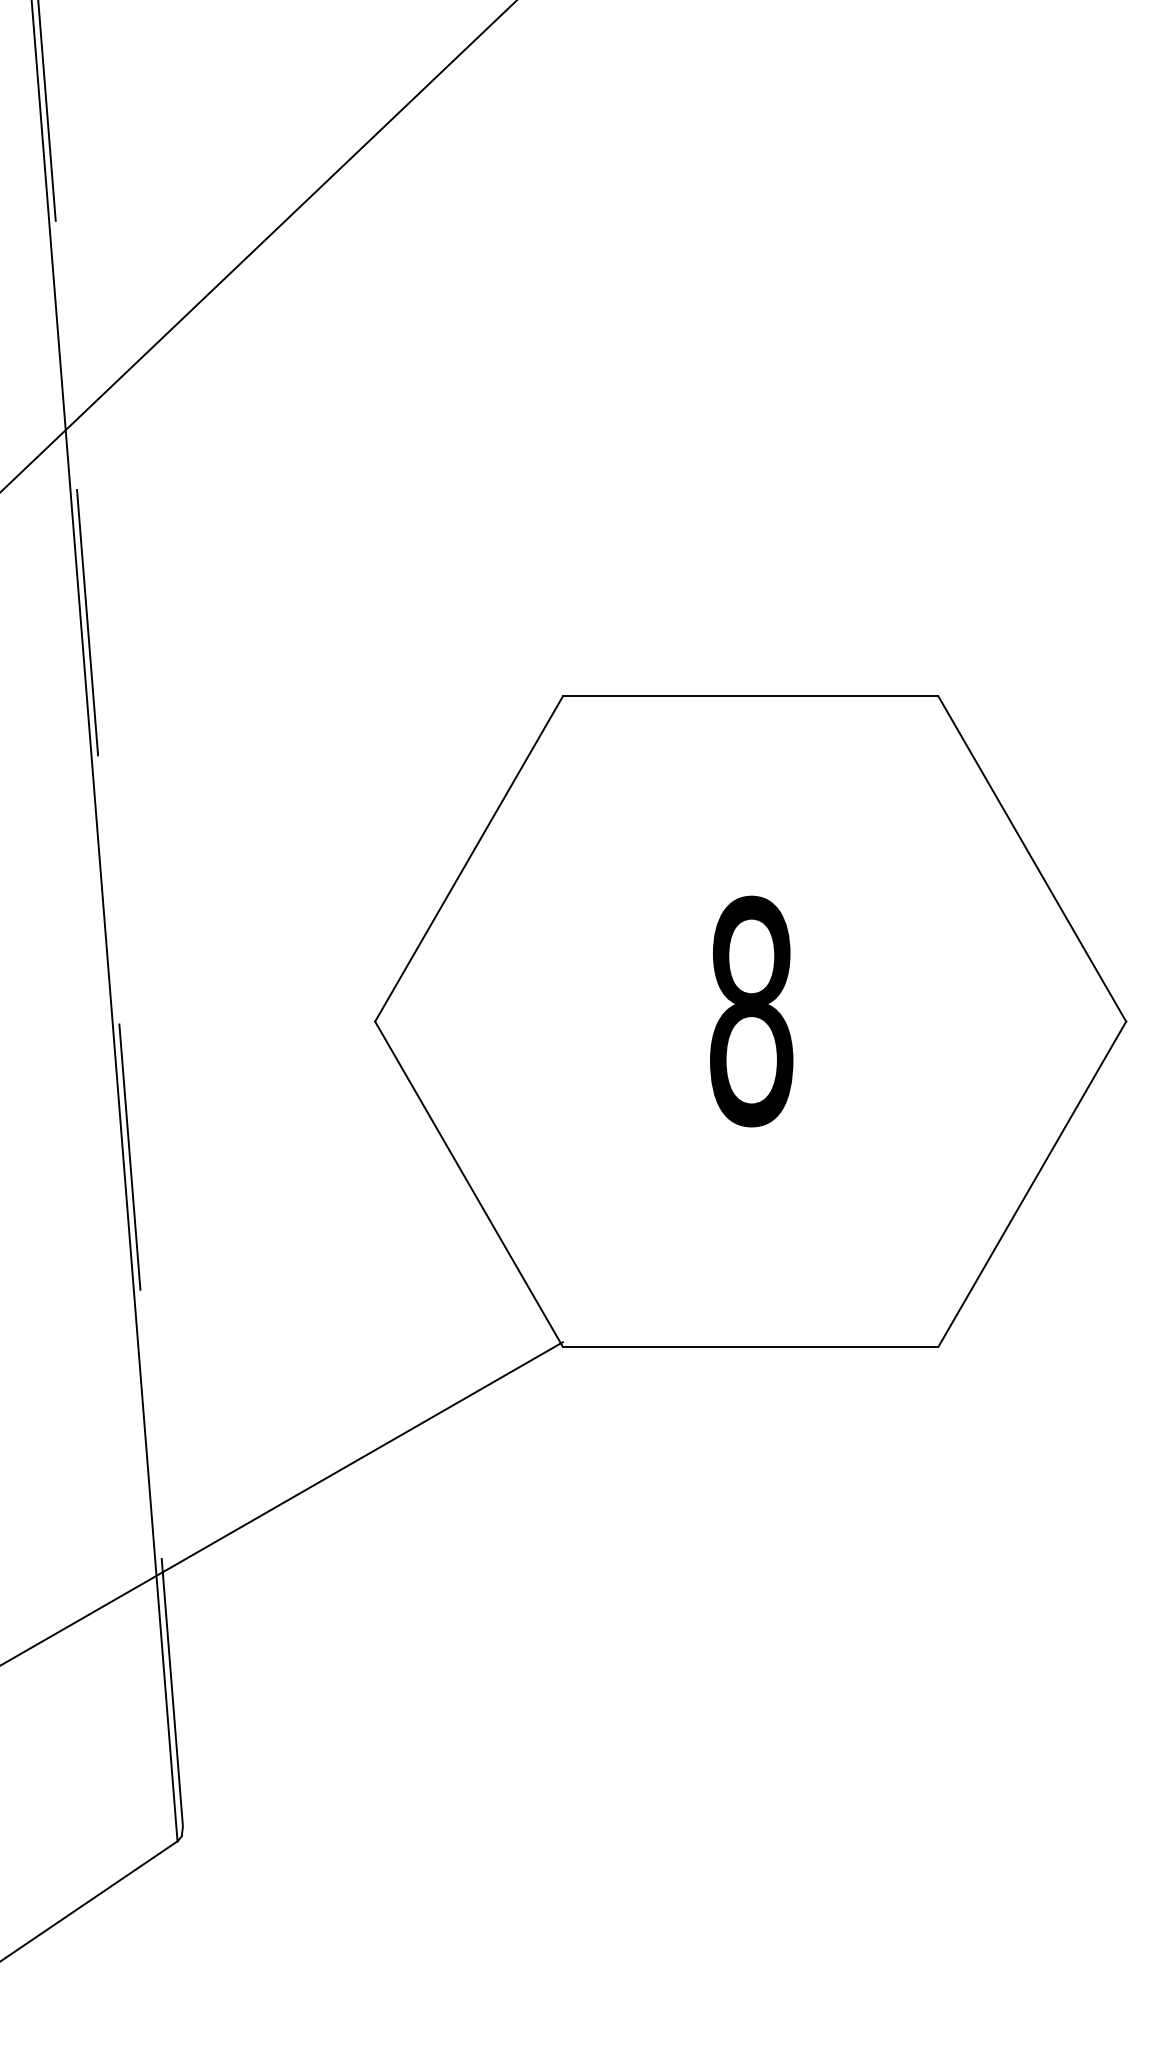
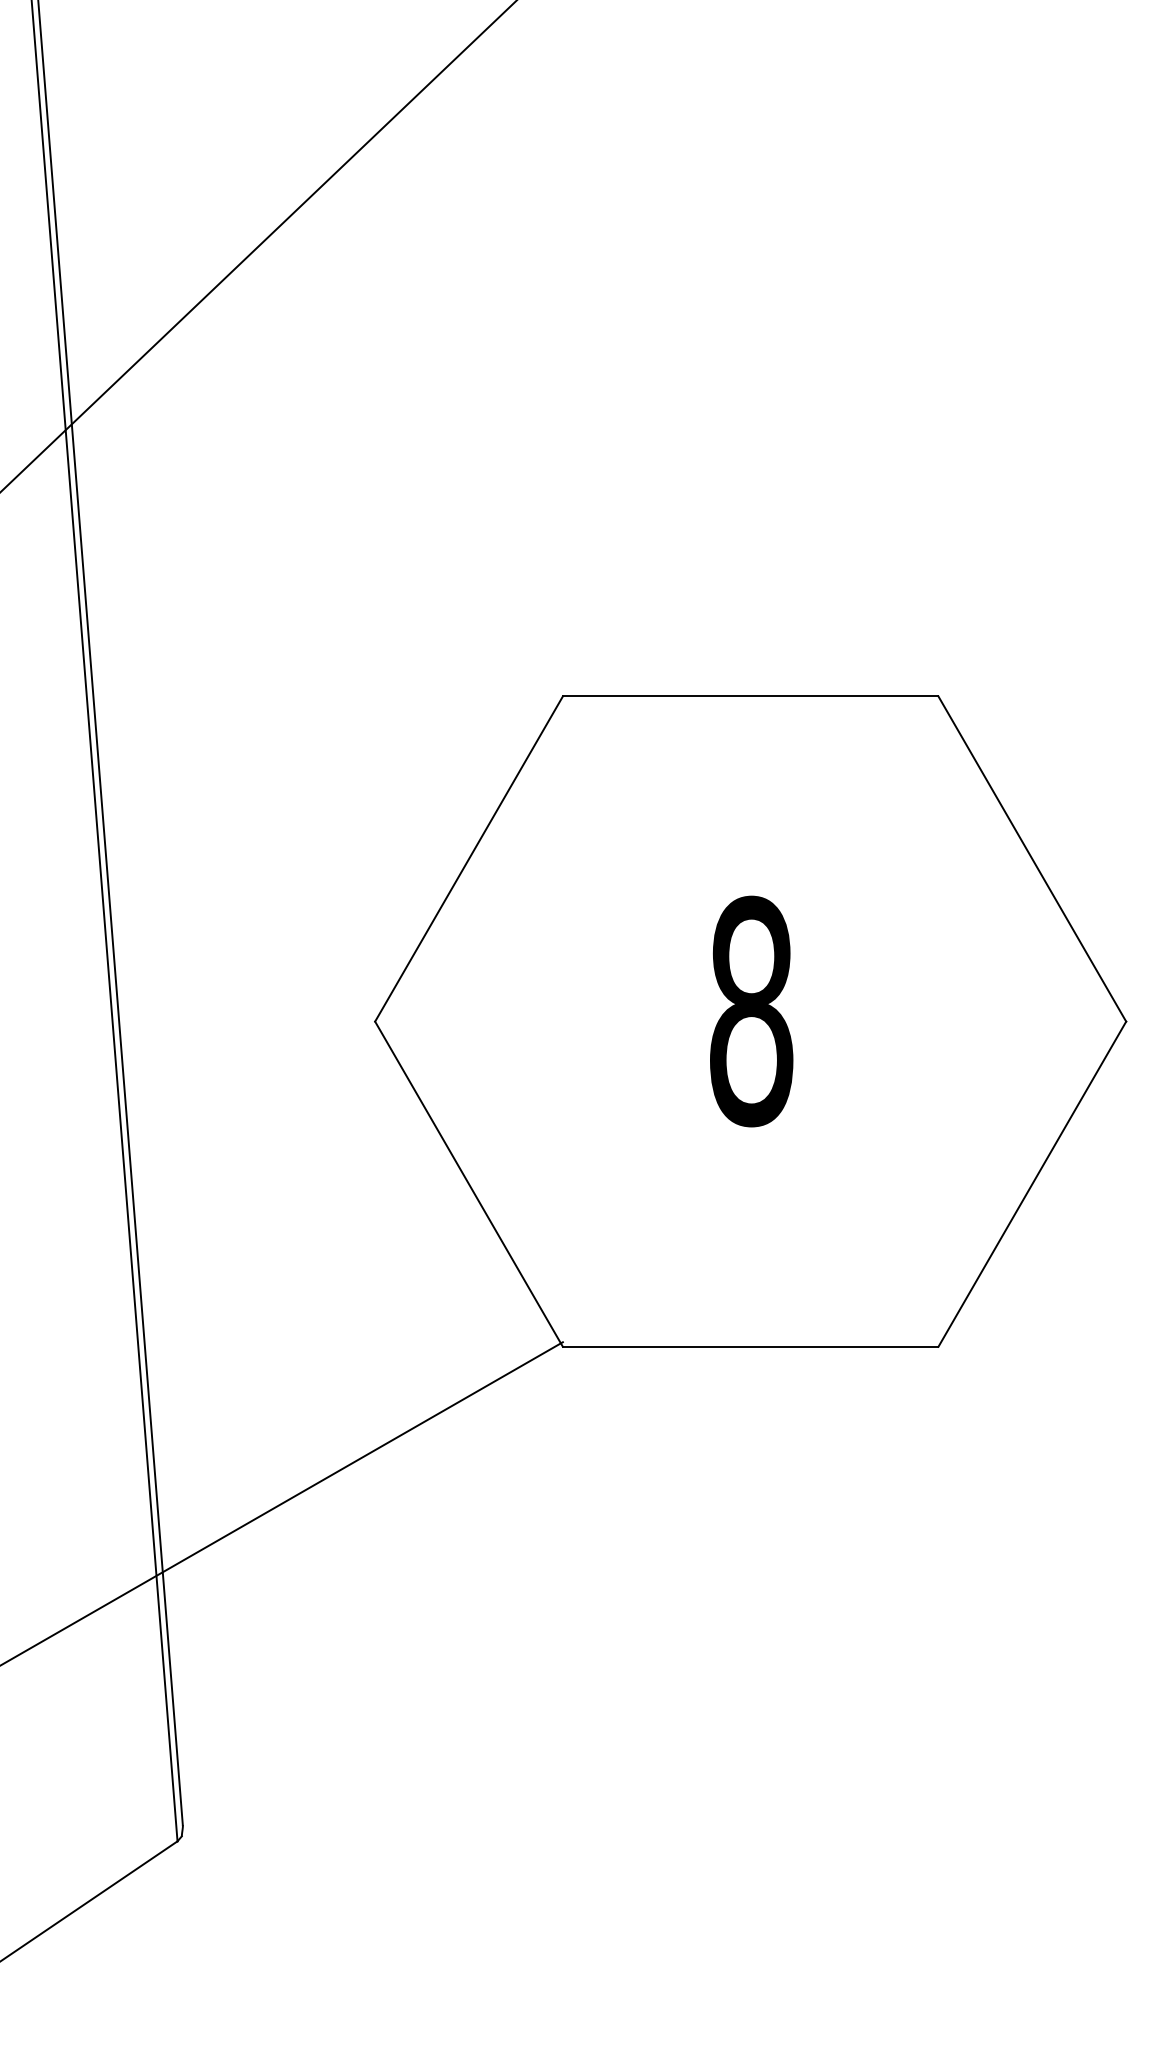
line at (110, 912): dashed -> solid
